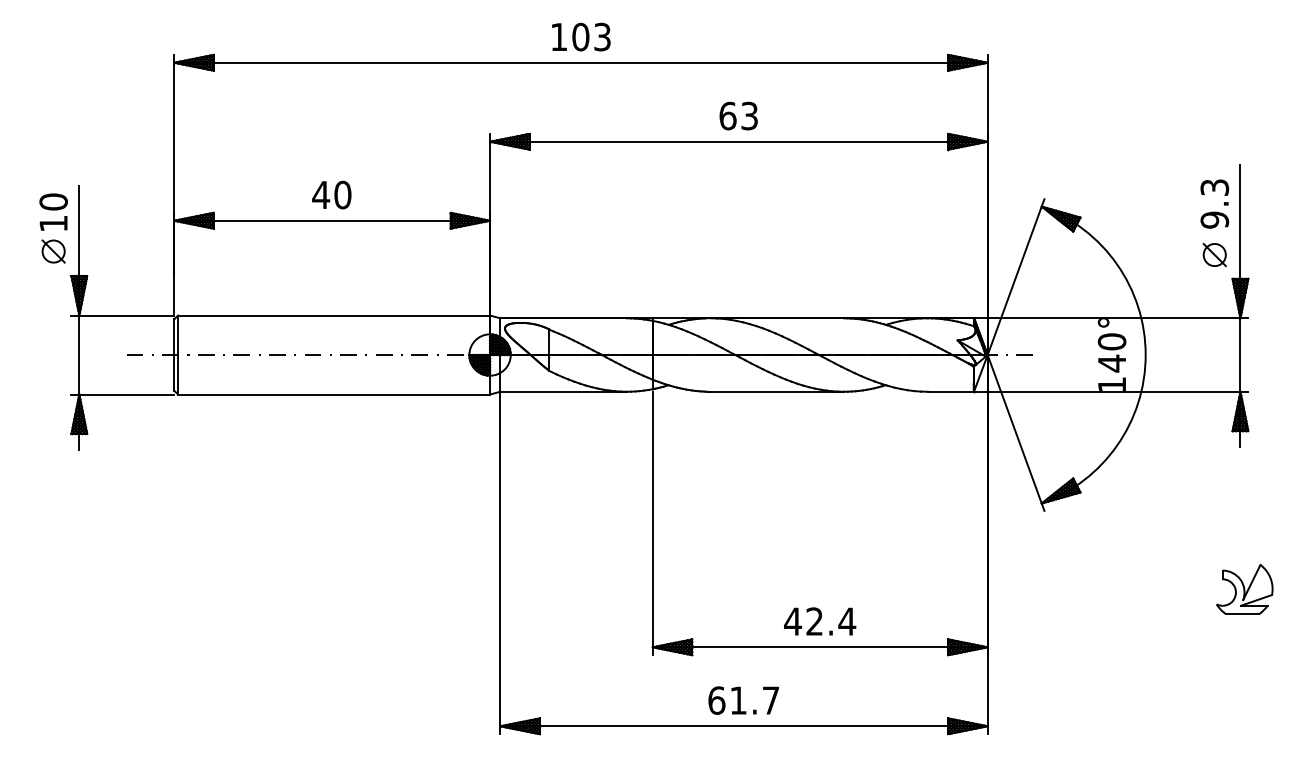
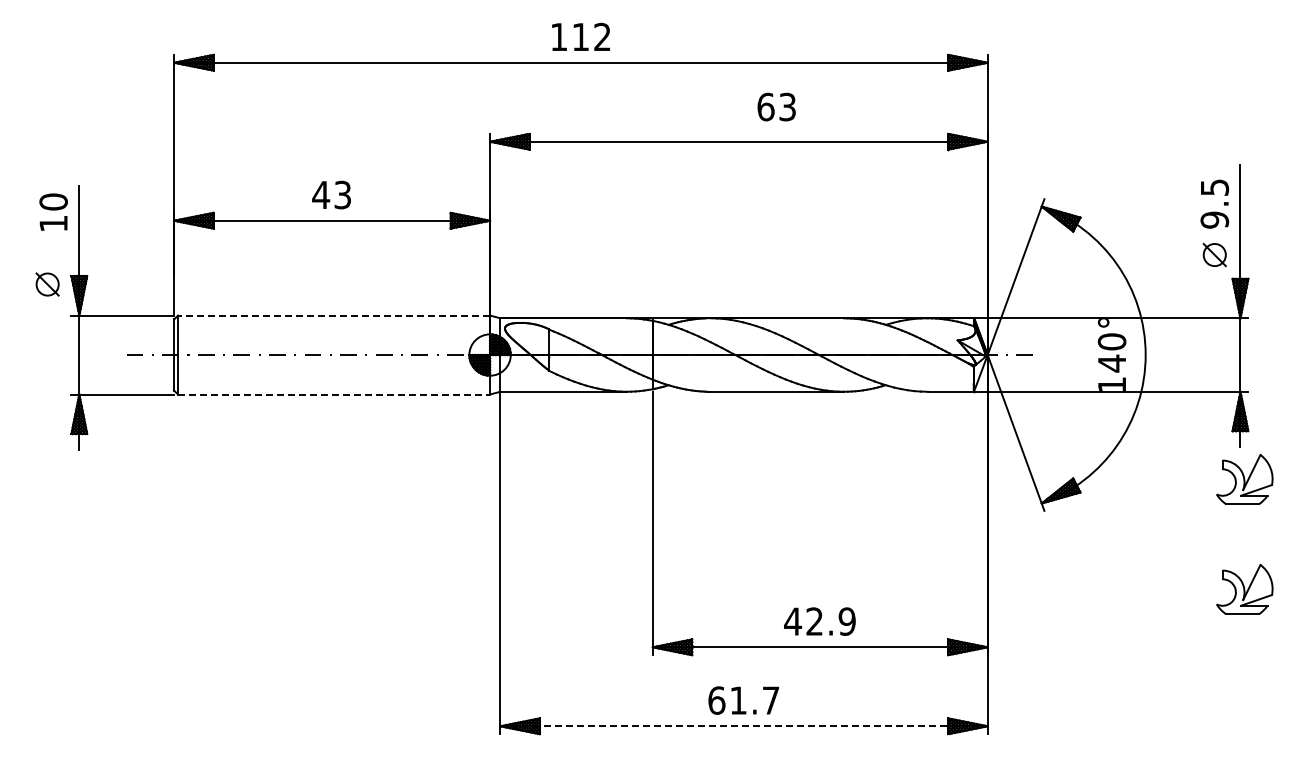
text at (591, 36): 103 -> 112
text at (738, 115) position: (738, 115) -> (776, 106)
text at (1214, 186): 9.3 -> 9.5
text at (342, 194): 40 -> 43
part at (53, 251) position: (53, 251) -> (47, 284)
line at (333, 315): solid -> dashed
line at (334, 394): solid -> dashed
part at (1244, 479): none -> present
text at (847, 621): 42.4 -> 42.9
line at (744, 726): solid -> dashed
